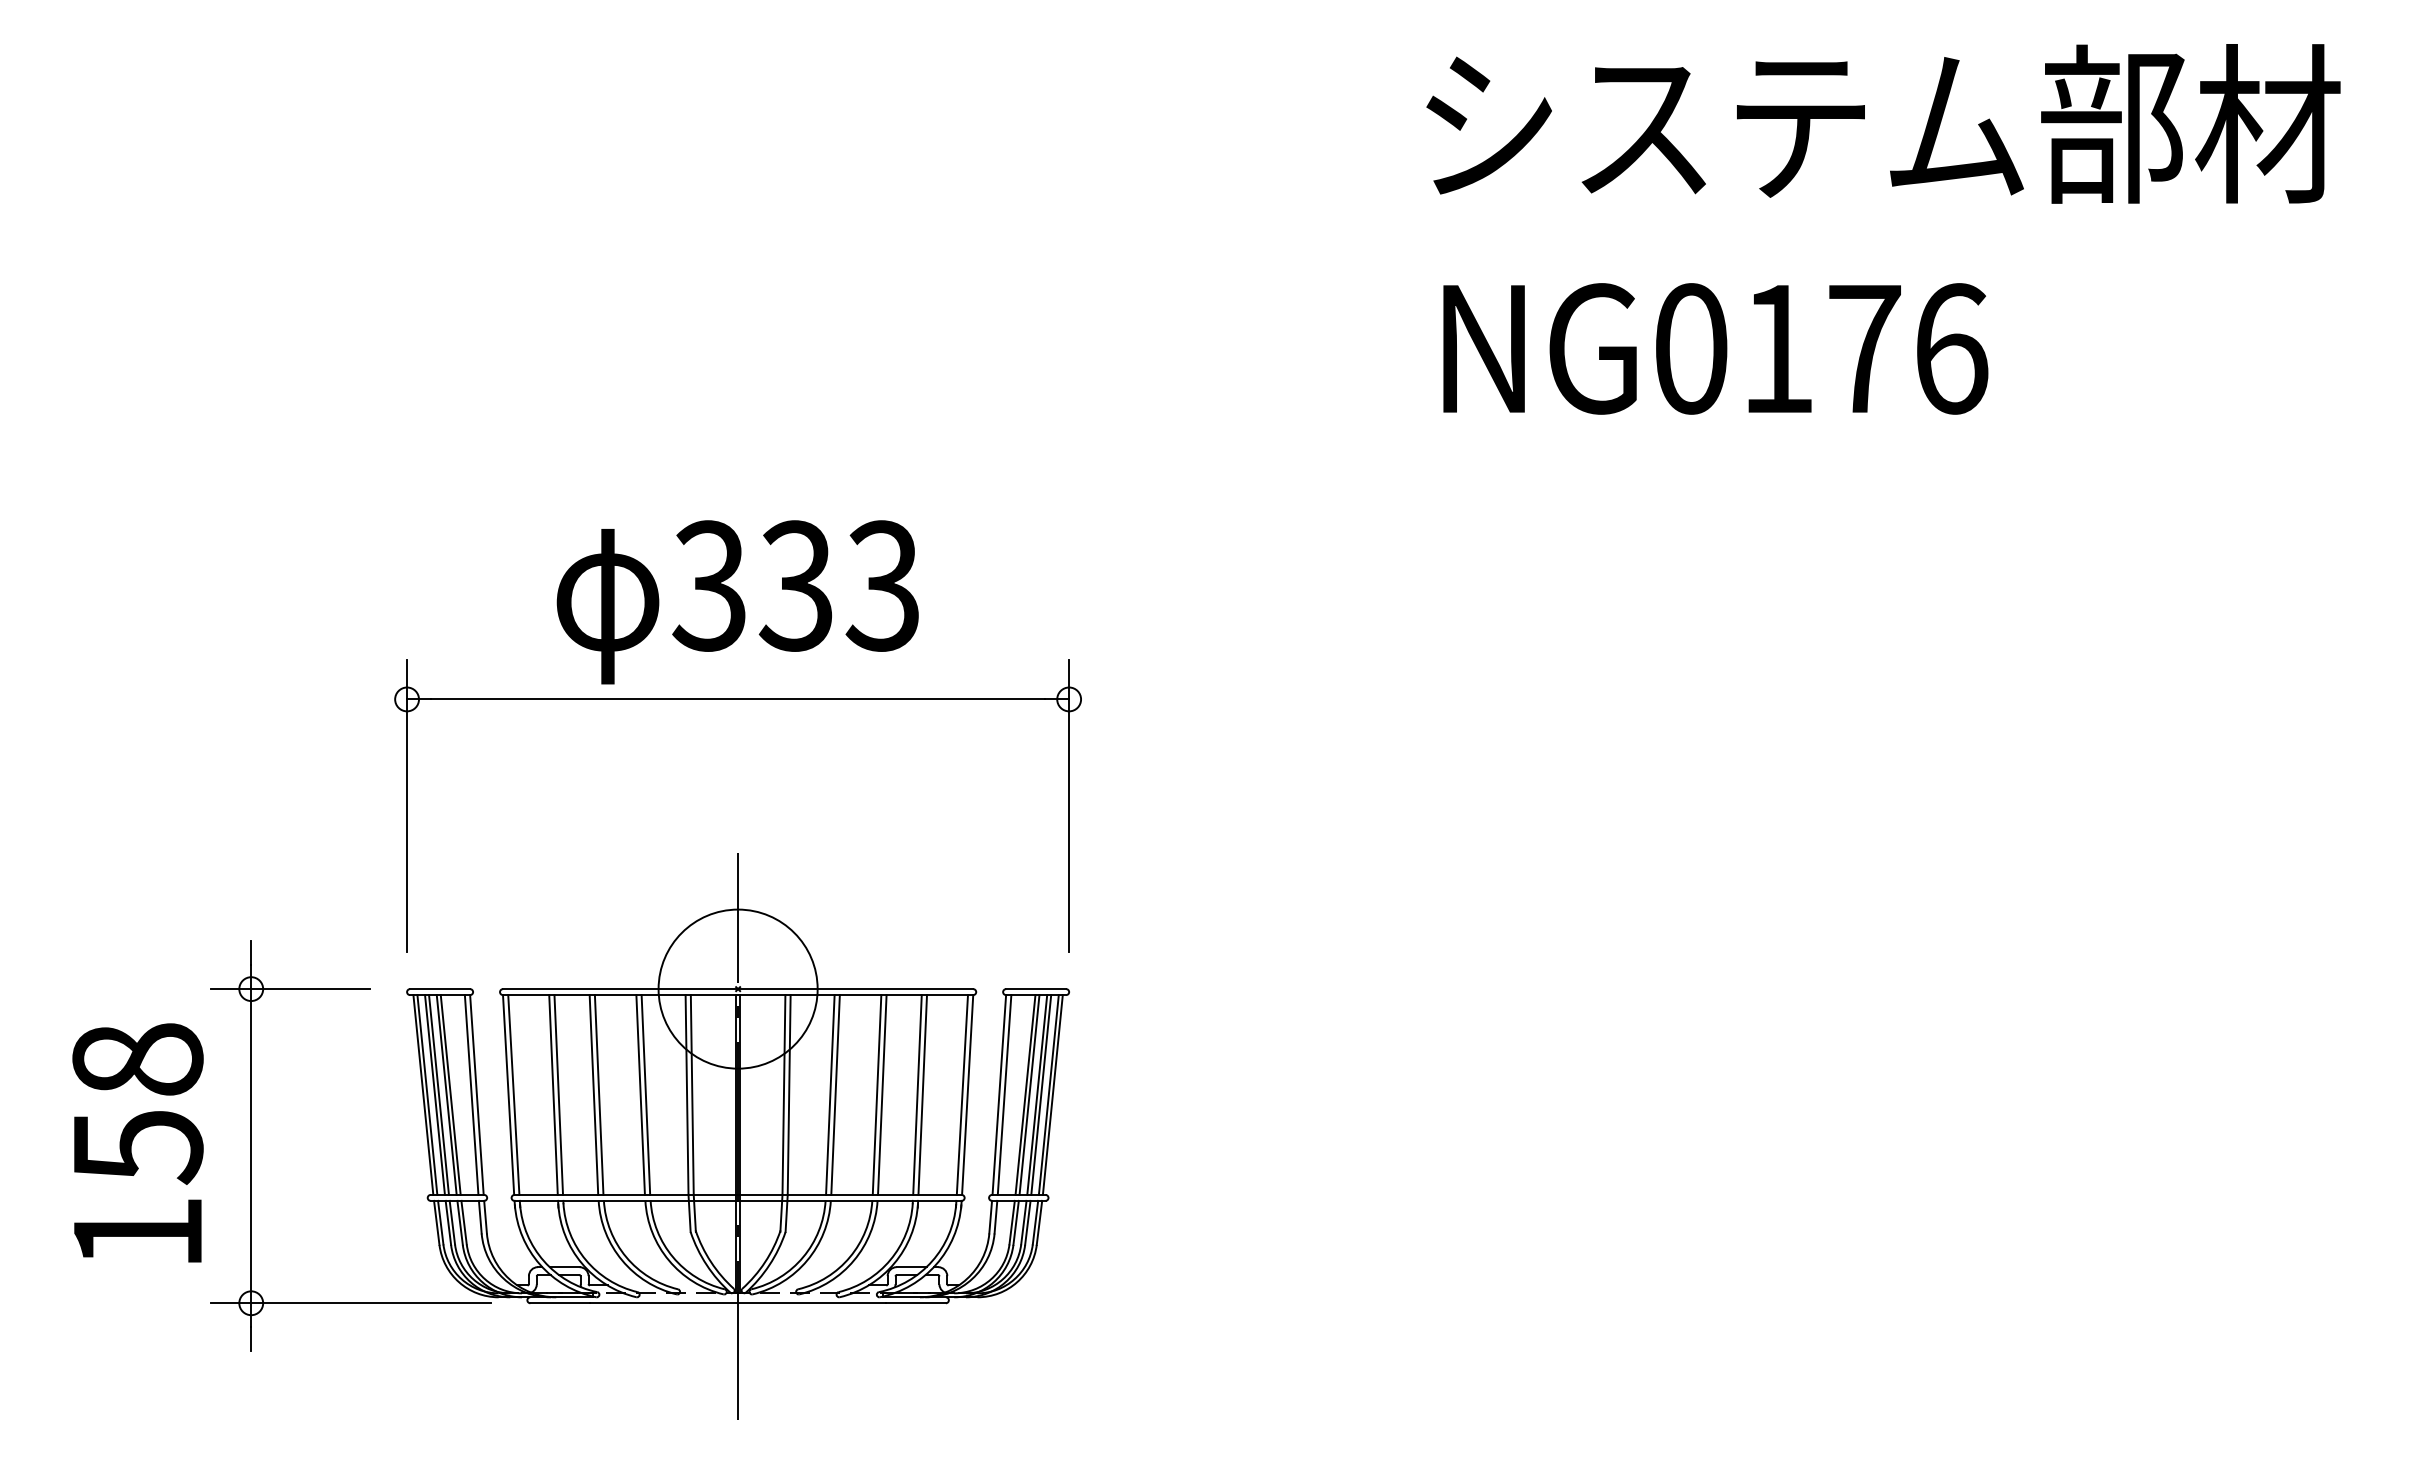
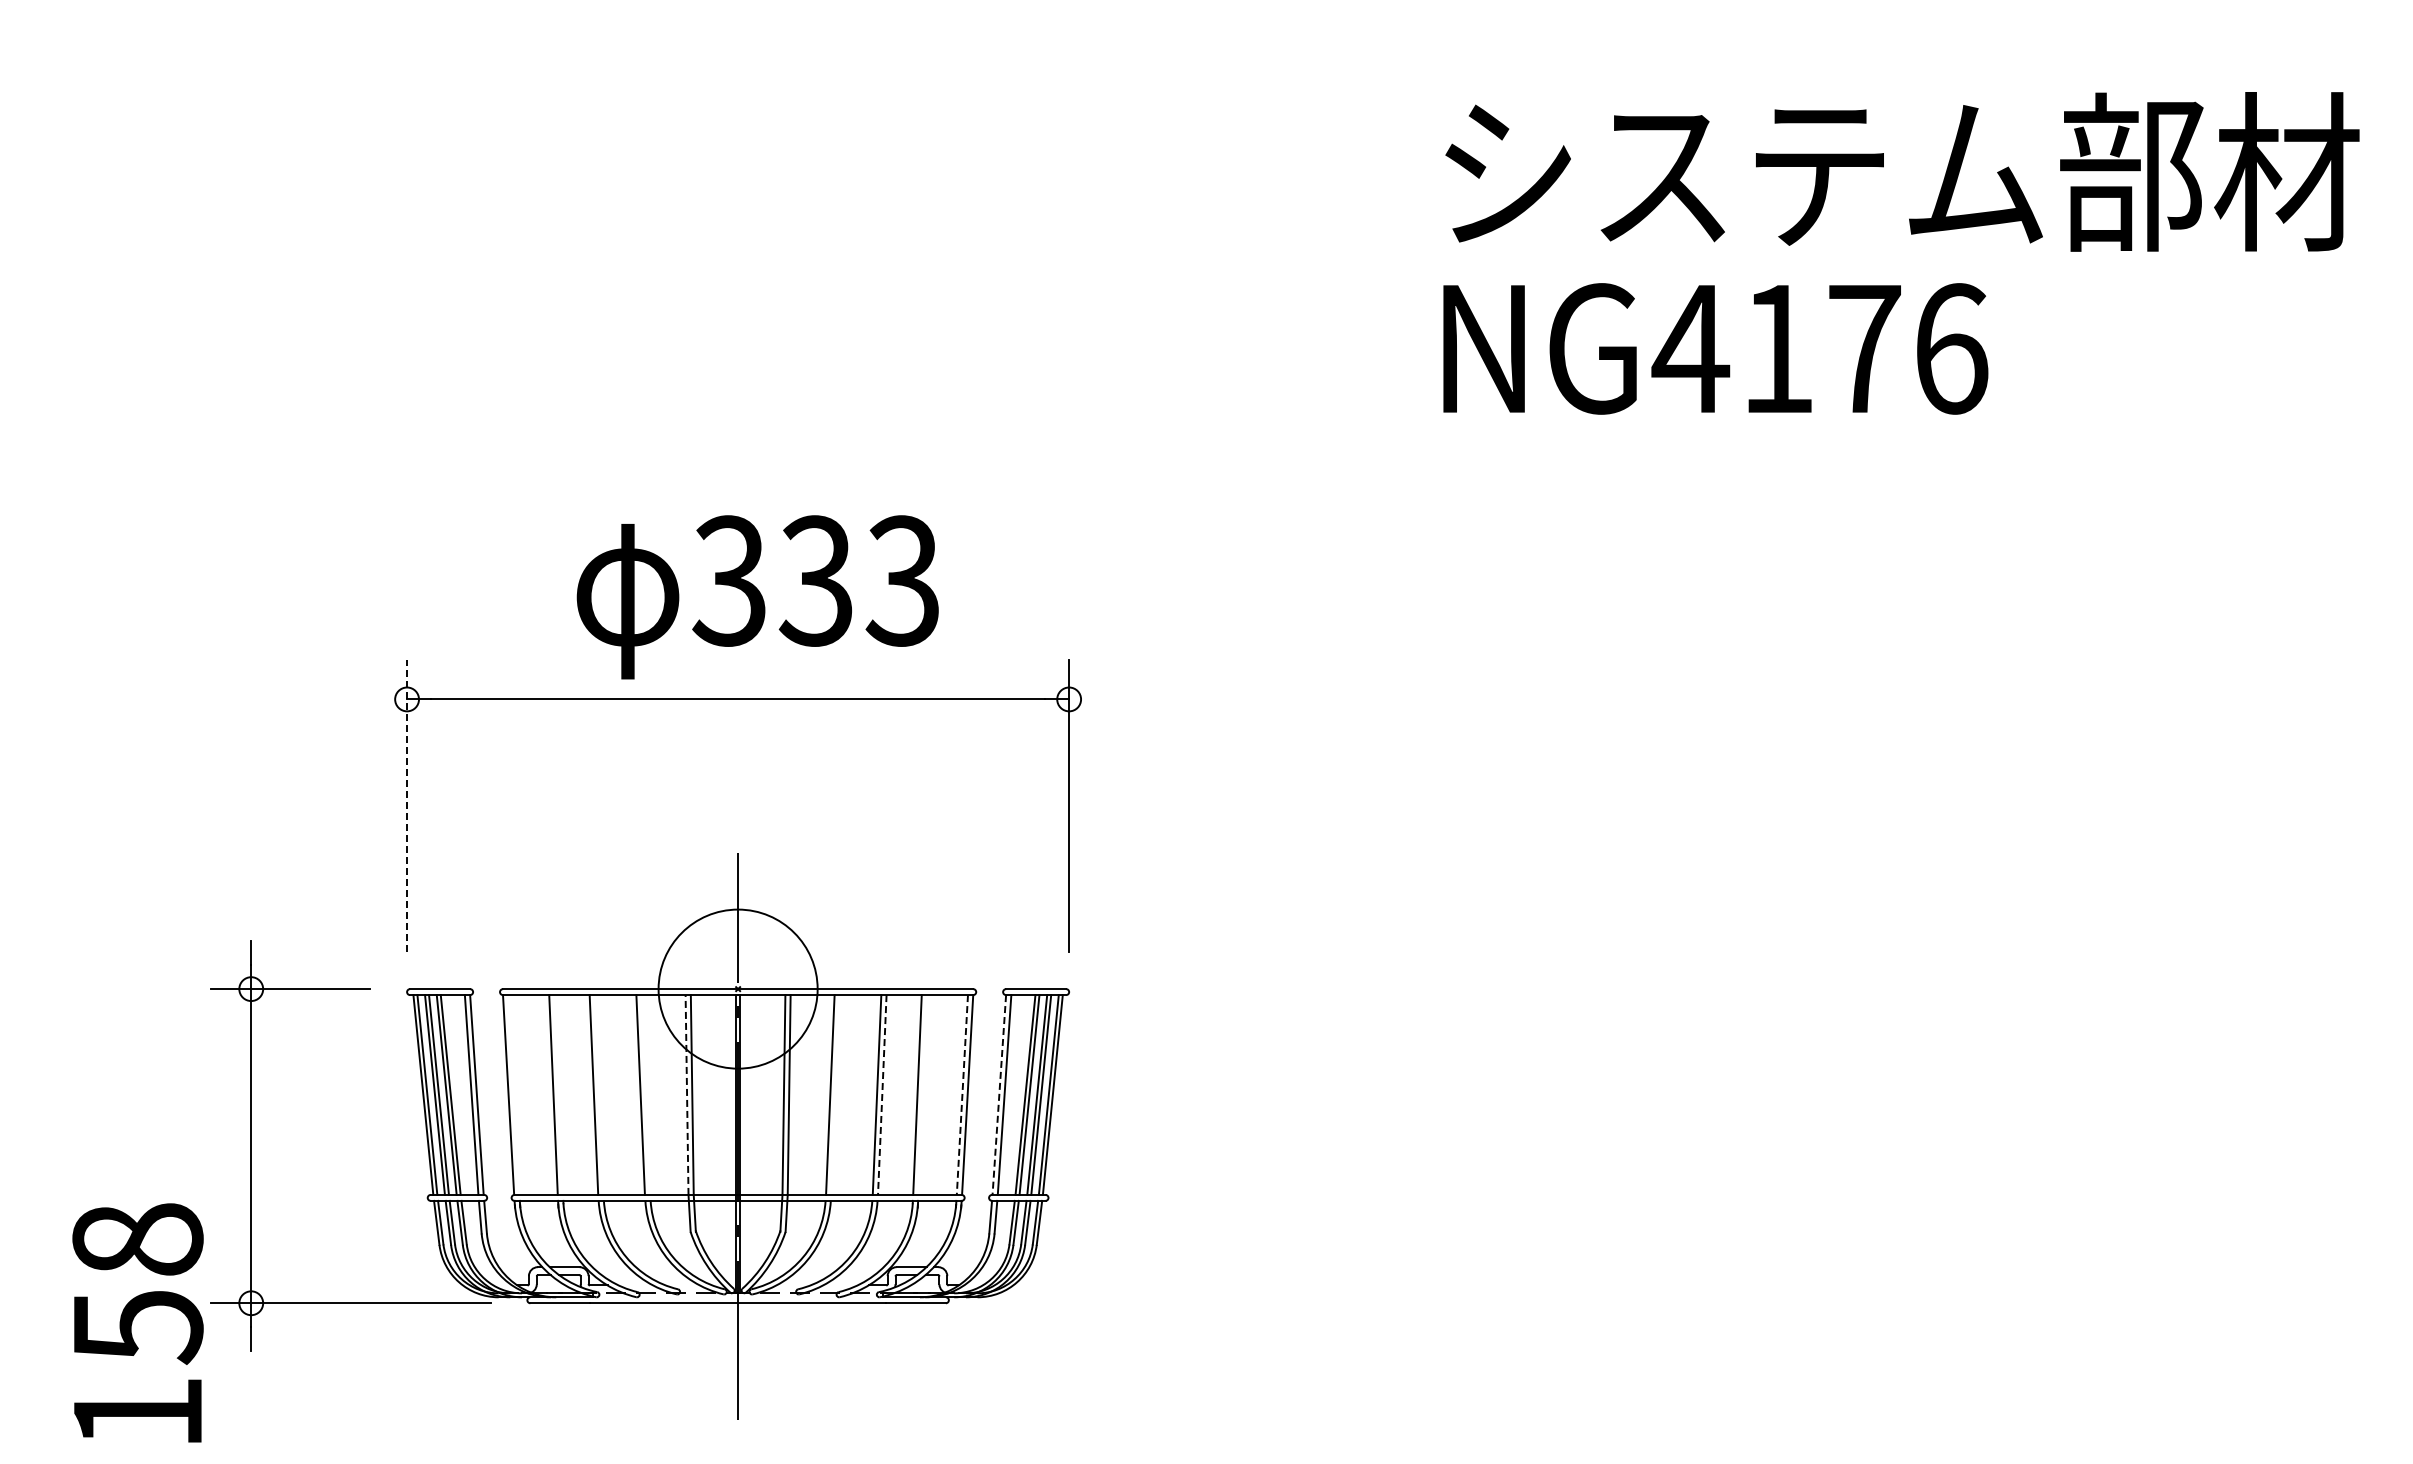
text at (1883, 123) position: (1883, 123) -> (1902, 171)
text at (1690, 348): NG0176 -> NG4176
text at (737, 602) position: (737, 602) -> (757, 597)
line at (407, 805): solid -> dashed
line at (513, 1094): present -> none
line at (558, 1094): present -> none
line at (598, 1094): present -> none
line at (645, 1094): present -> none
line at (835, 1094): present -> none
line at (922, 1094): present -> none
line at (687, 1095): solid -> dashed
line at (882, 1095): solid -> dashed
line at (962, 1095): solid -> dashed
line at (999, 1095): solid -> dashed
text at (137, 1142) position: (137, 1142) -> (137, 1322)
